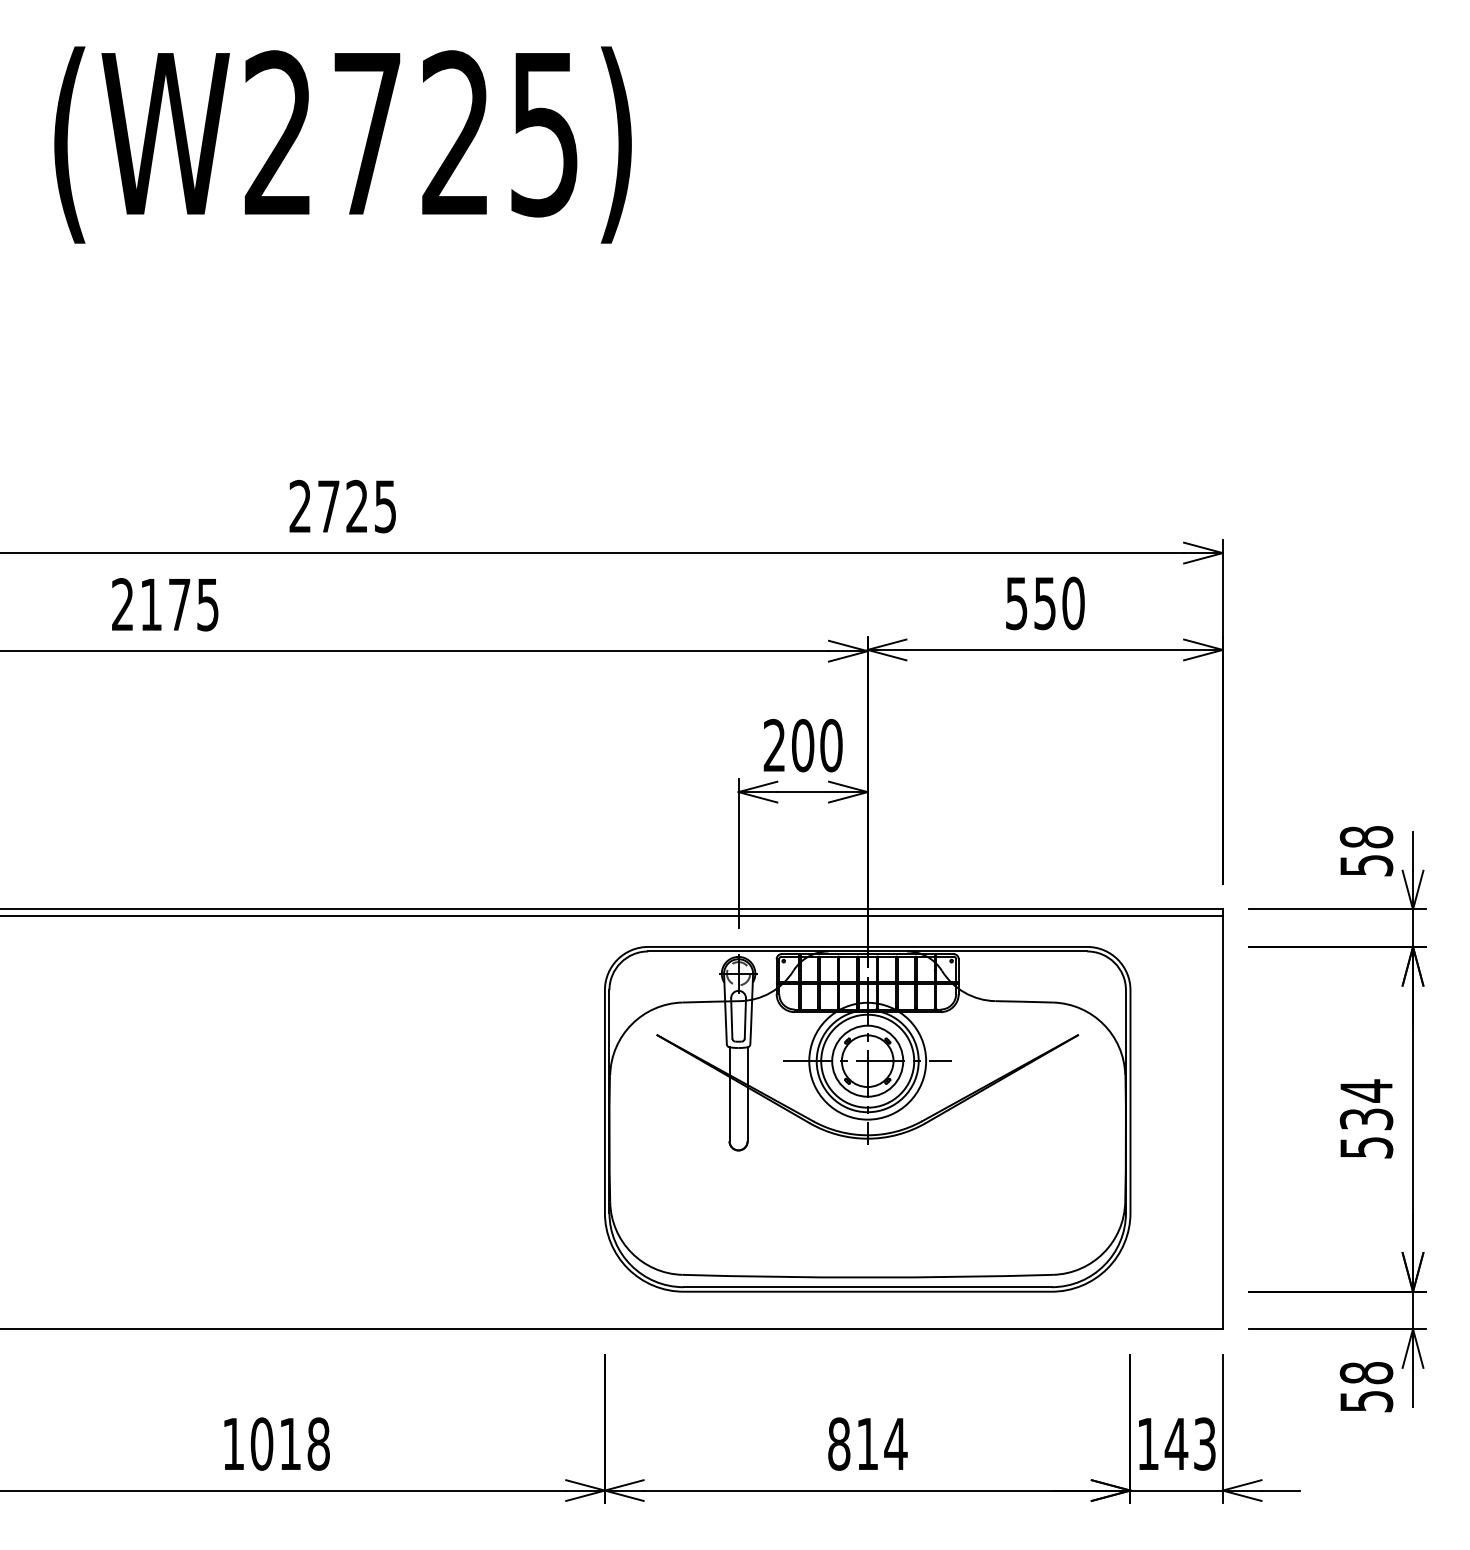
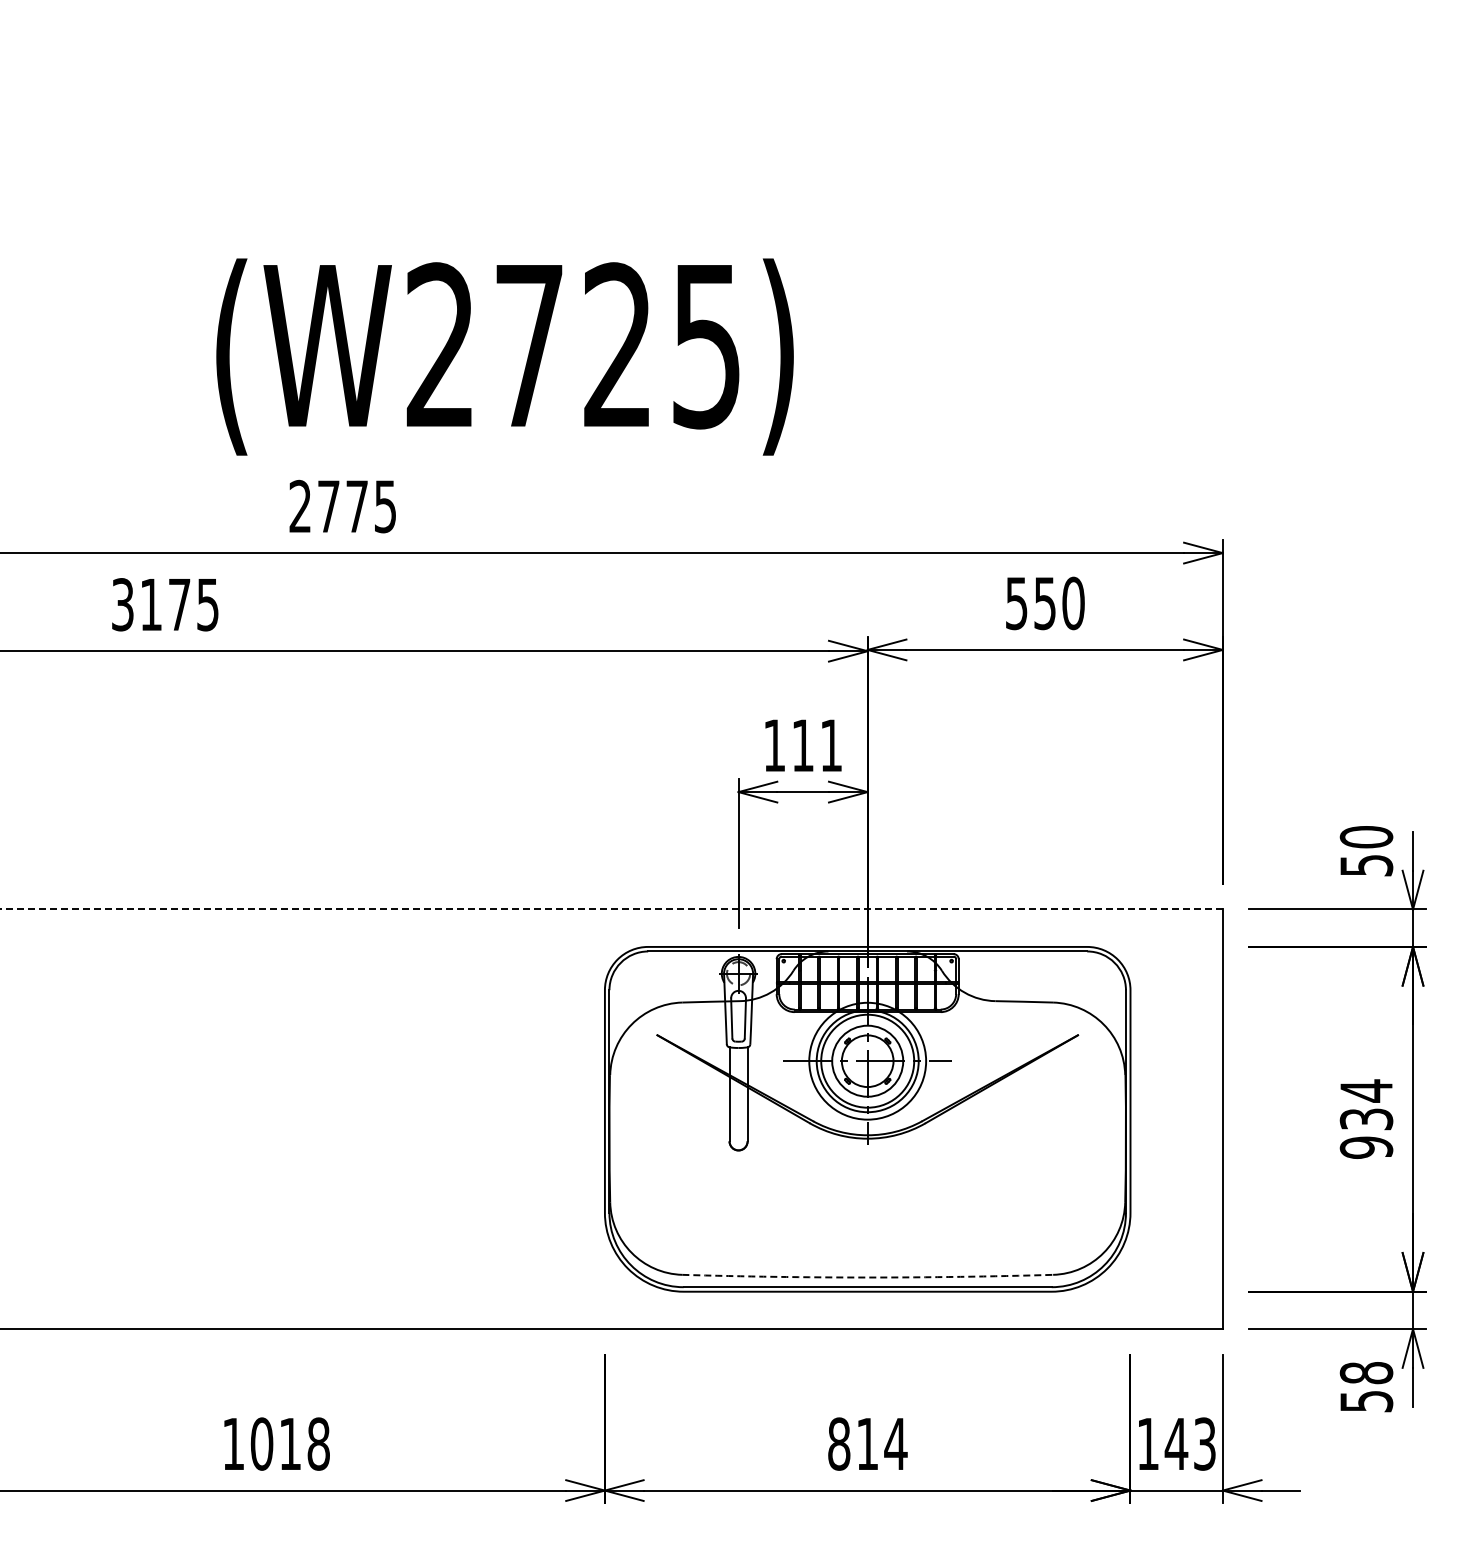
text at (342, 144) position: (342, 144) -> (504, 356)
text at (356, 505): 2725 -> 2775
text at (122, 604): 2175 -> 3175
text at (802, 745): 200 -> 111
text at (1366, 837): 58 -> 50
line at (611, 909): solid -> dashed
line at (612, 915): present -> none
text at (1366, 1147): 534 -> 934
arc at (867, 1277): solid -> dashed
